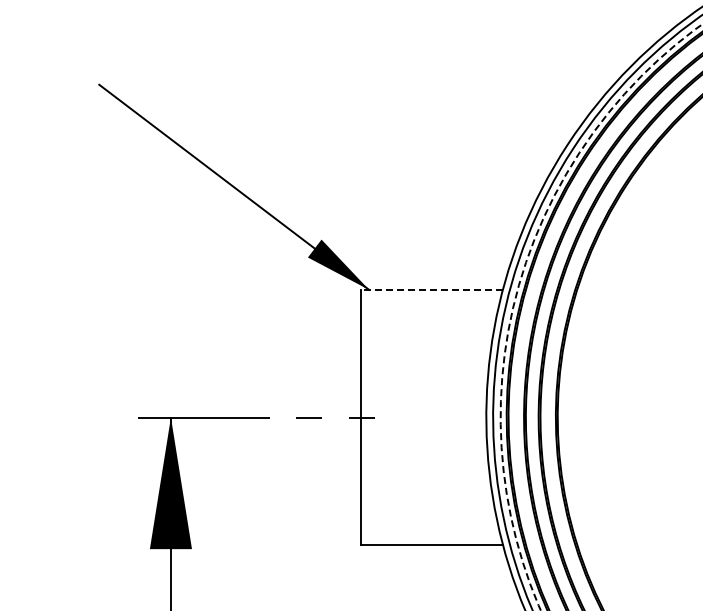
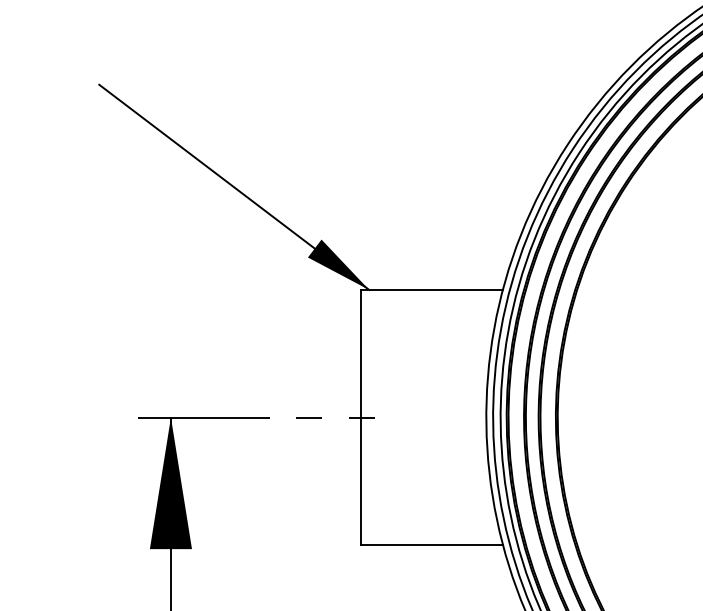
line at (432, 289): dashed -> solid
arc at (517, 290): dashed -> solid
